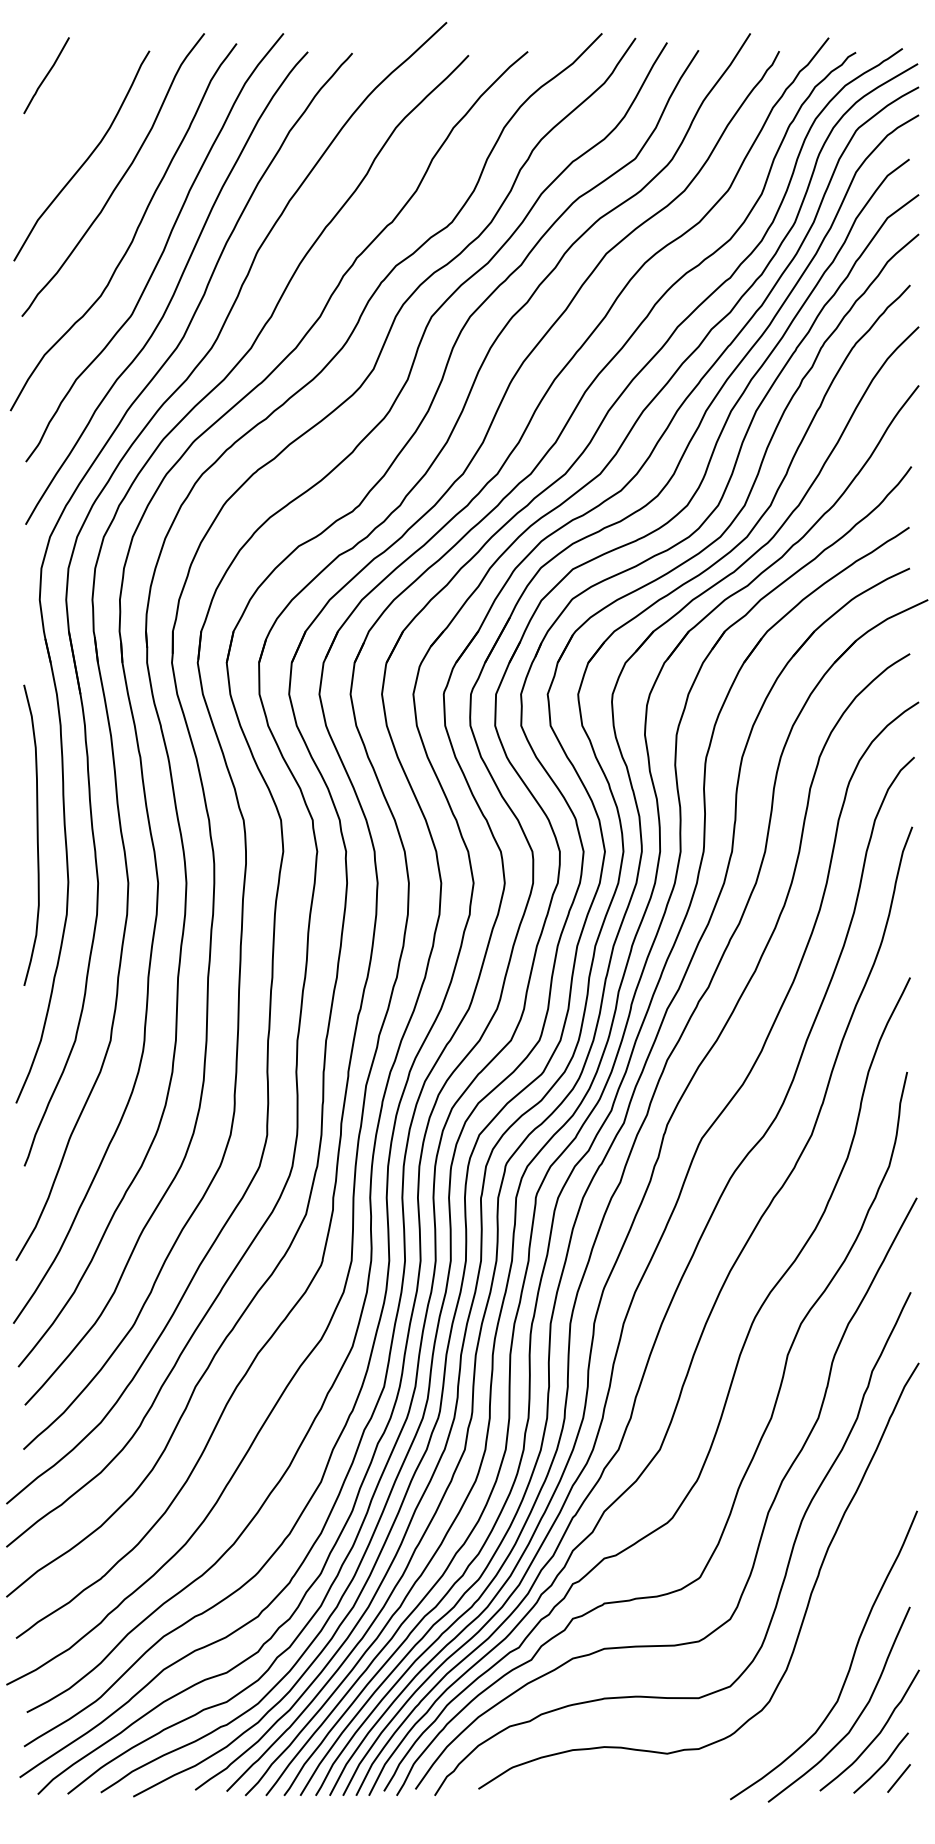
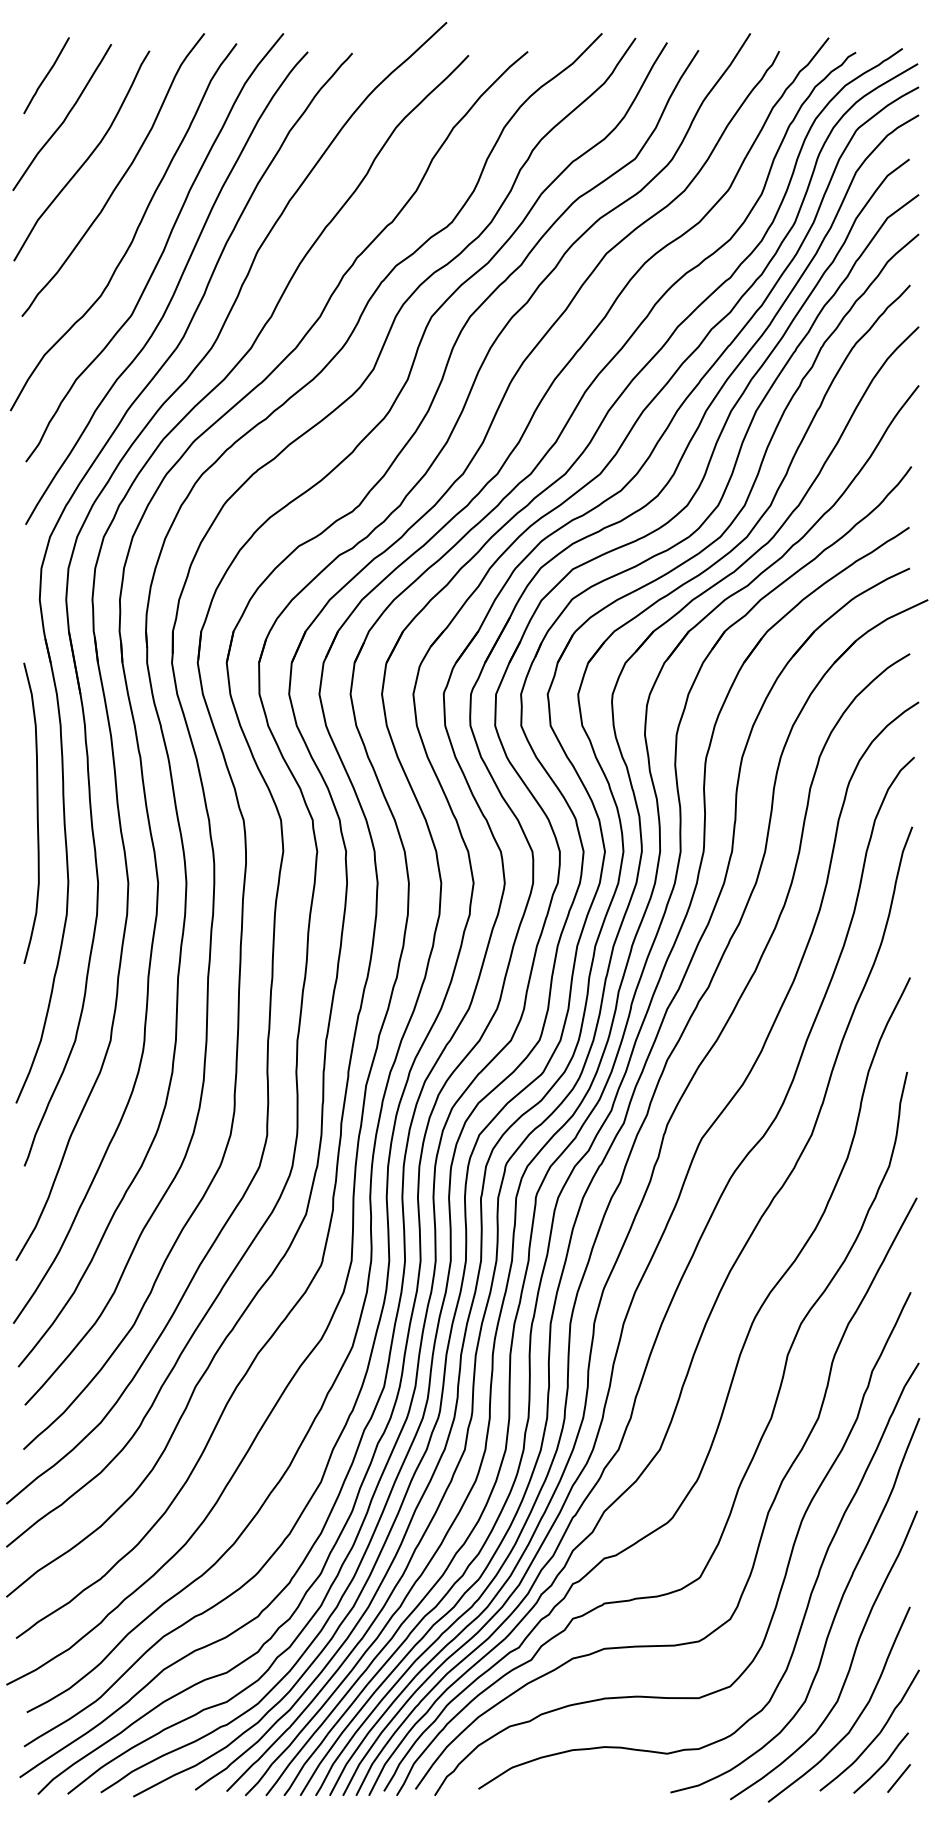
curve at (64, 118): none -> present
curve at (36, 834) position: (36, 834) -> (36, 812)
curve at (831, 1622): none -> present
